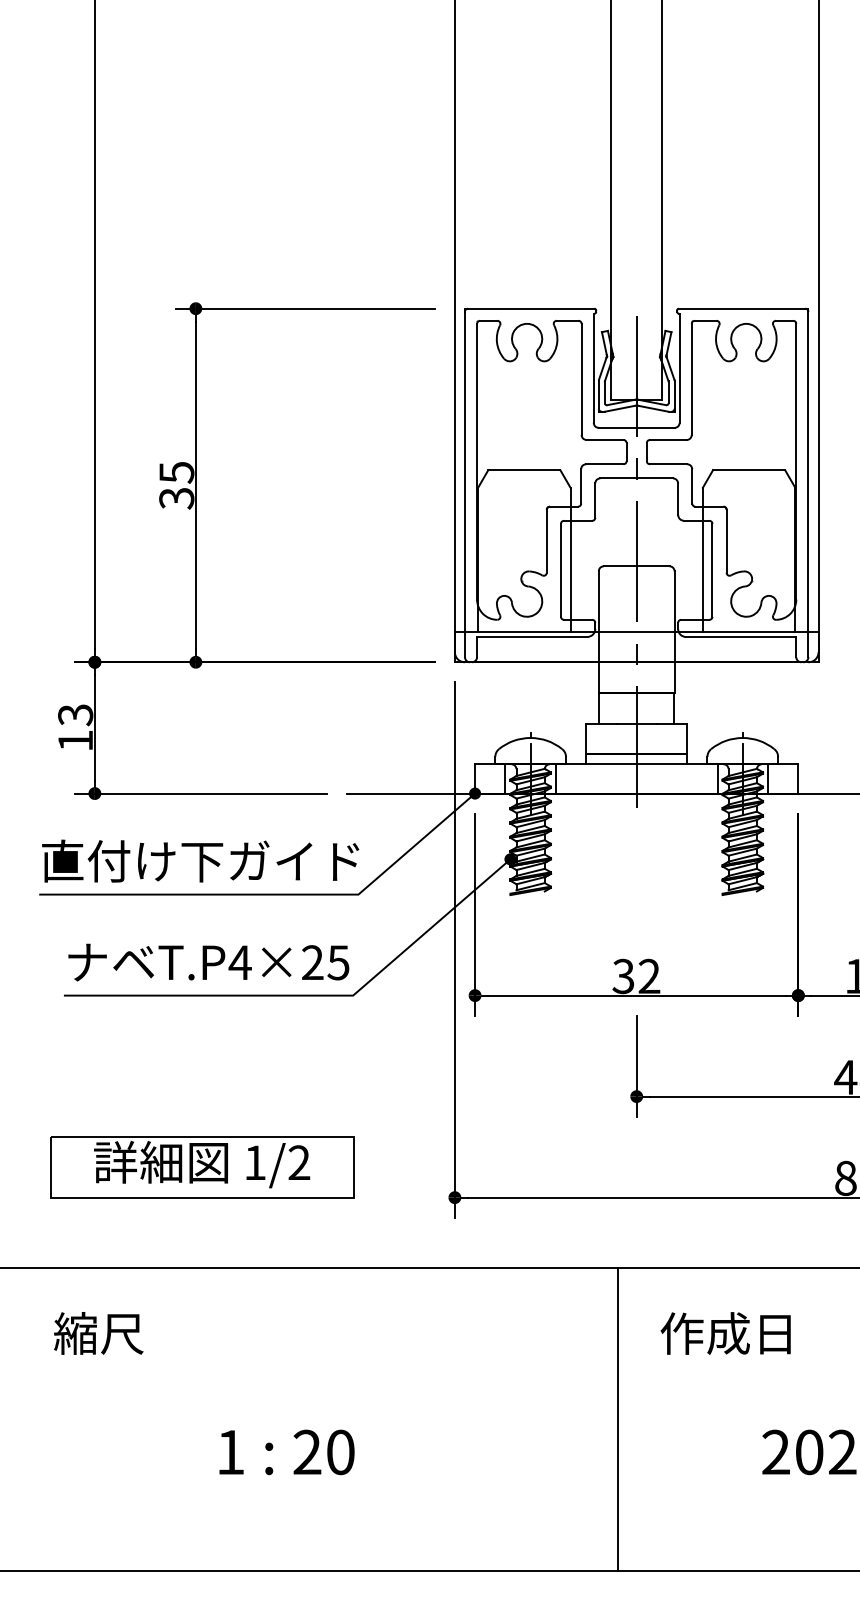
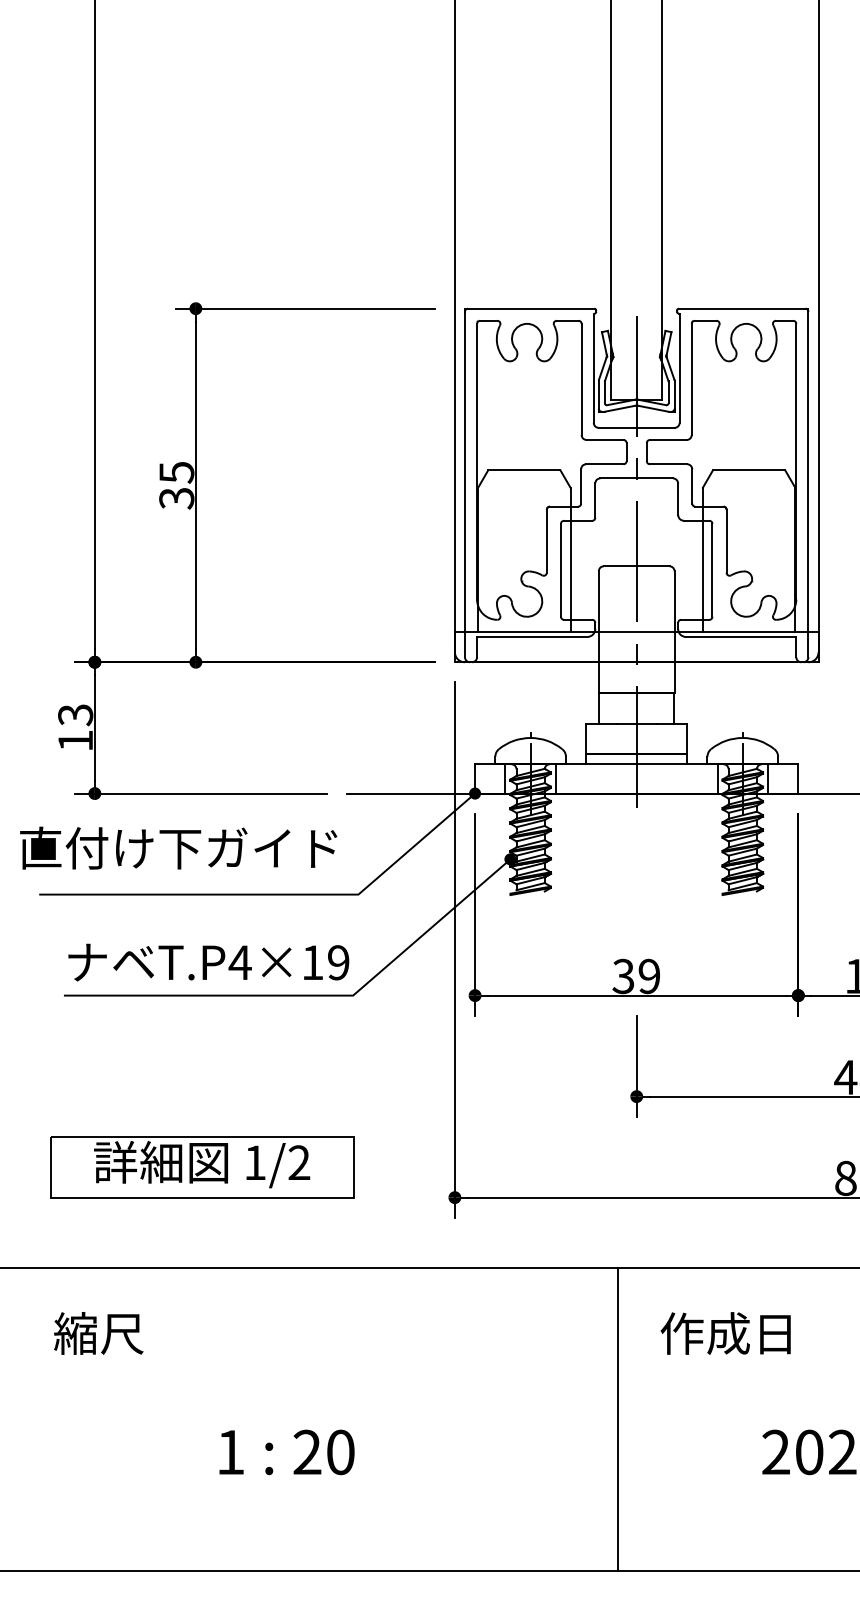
text at (200, 860) position: (200, 860) -> (178, 847)
text at (325, 962): T.P4×25 -> T.P4×19
text at (649, 976): 32 -> 39
